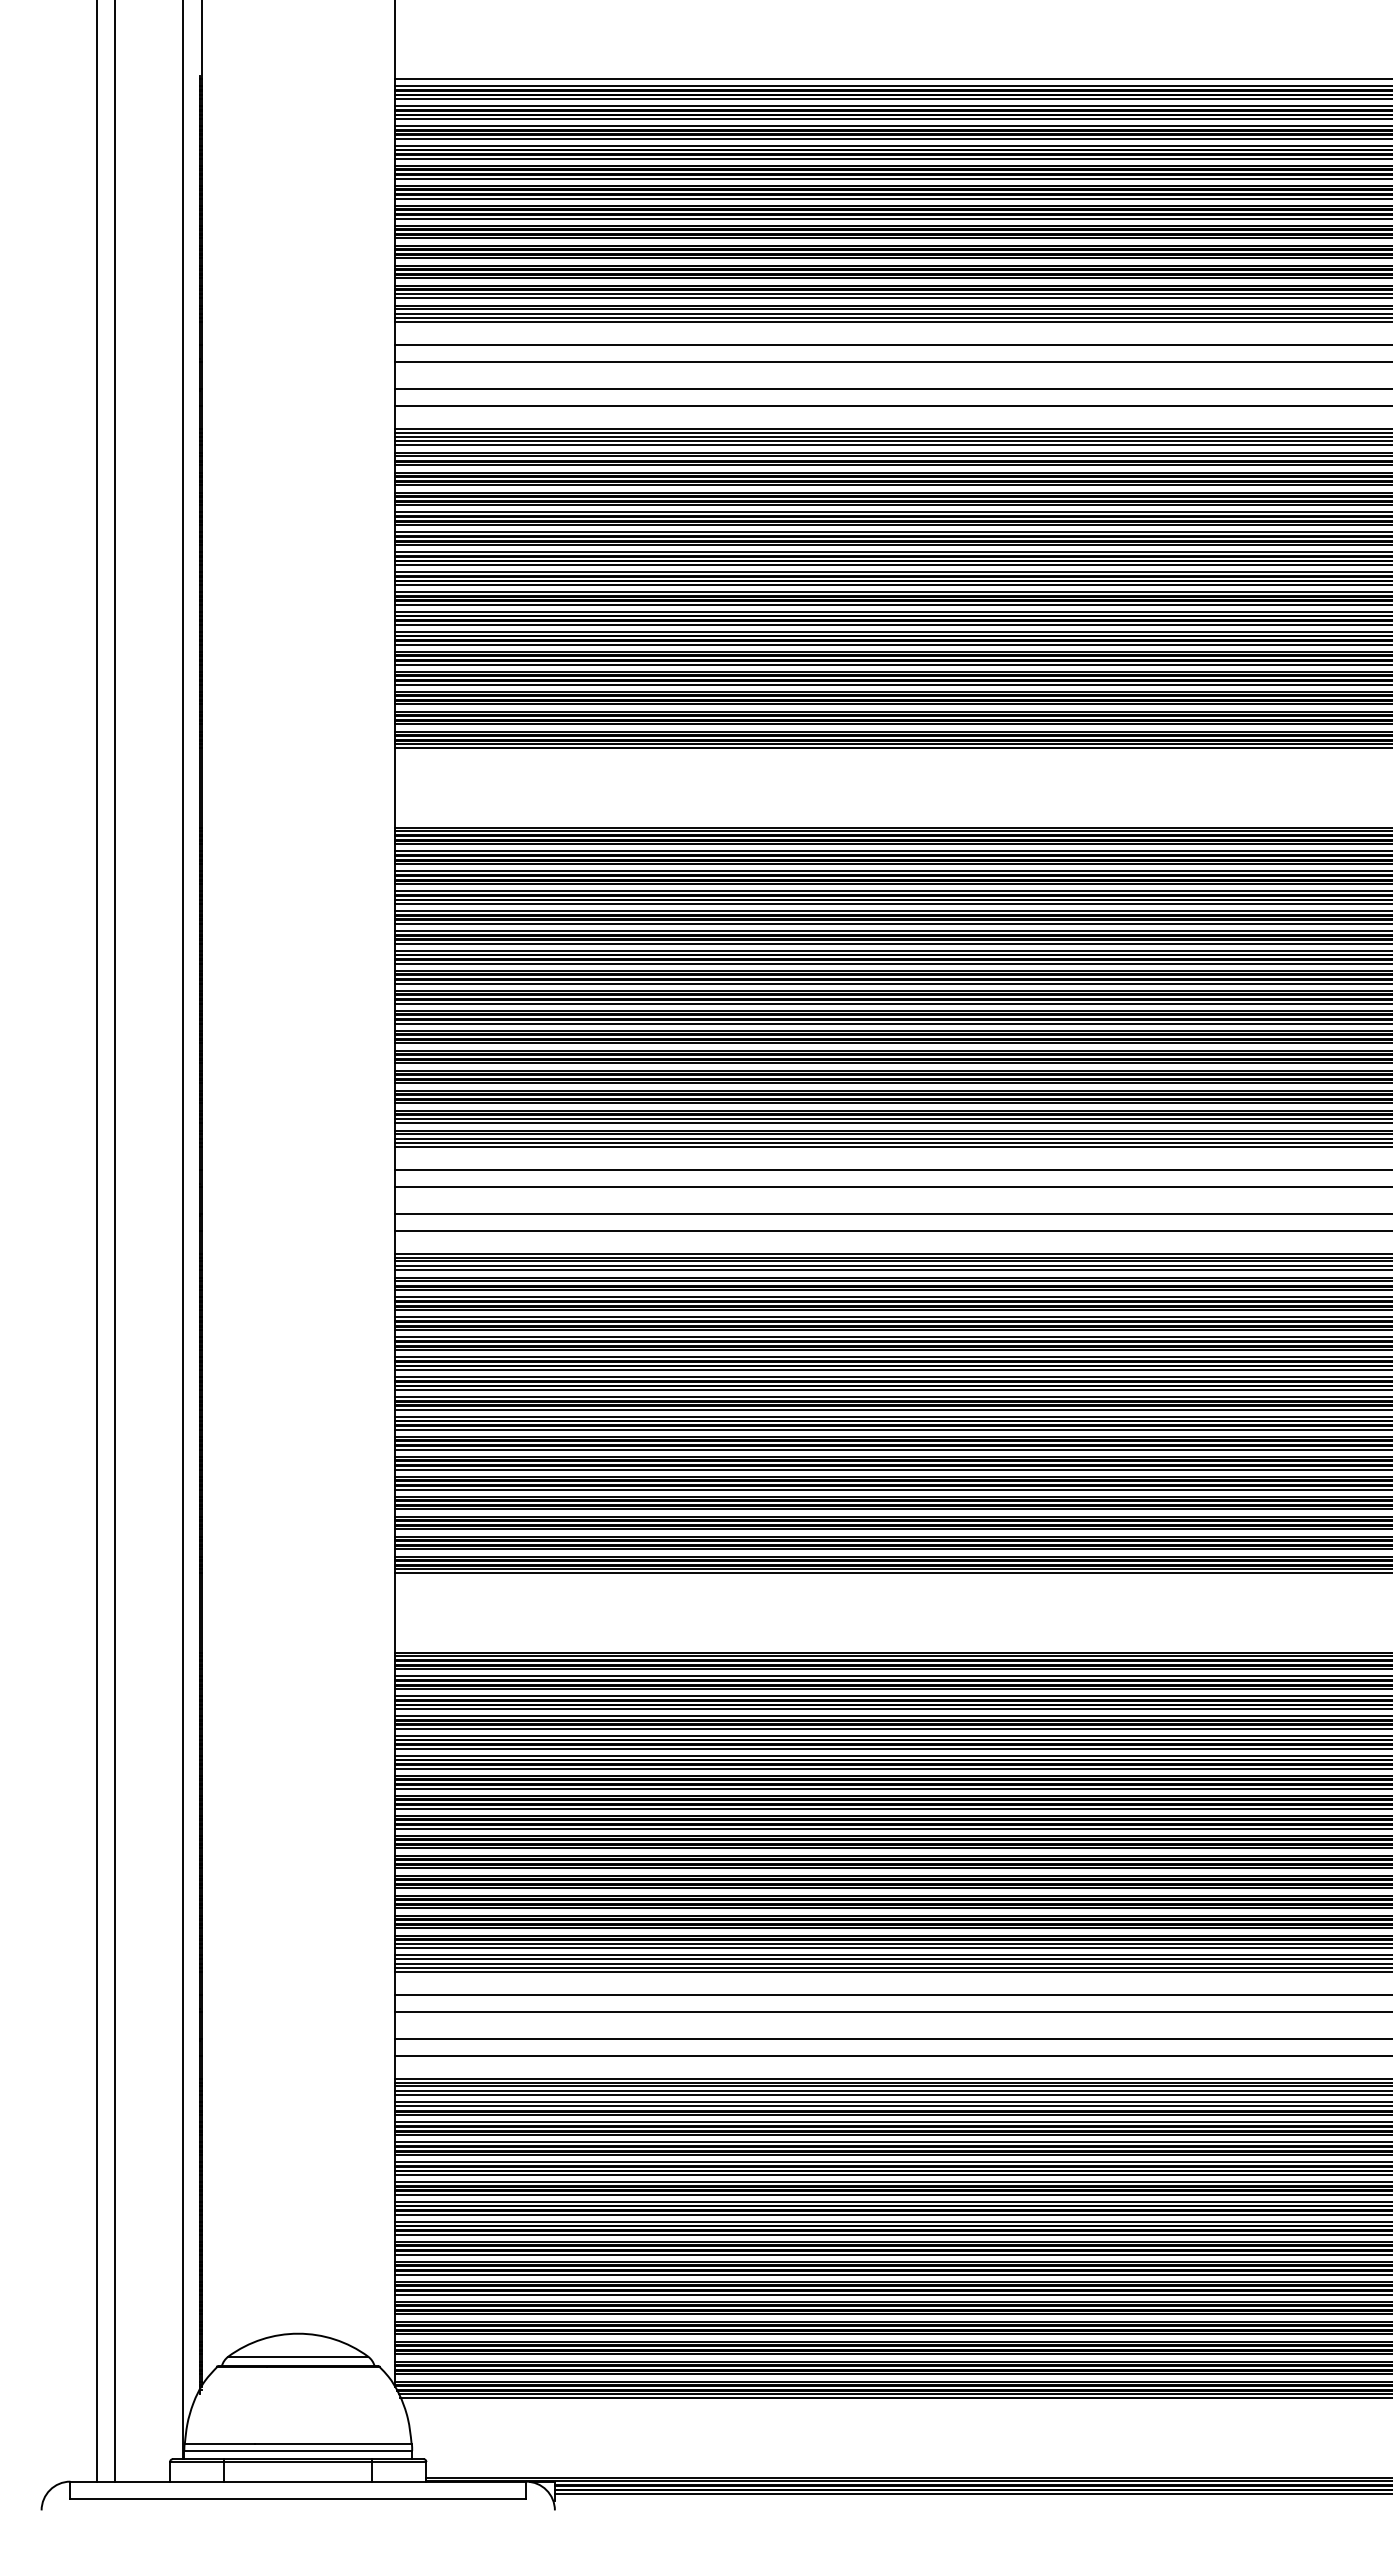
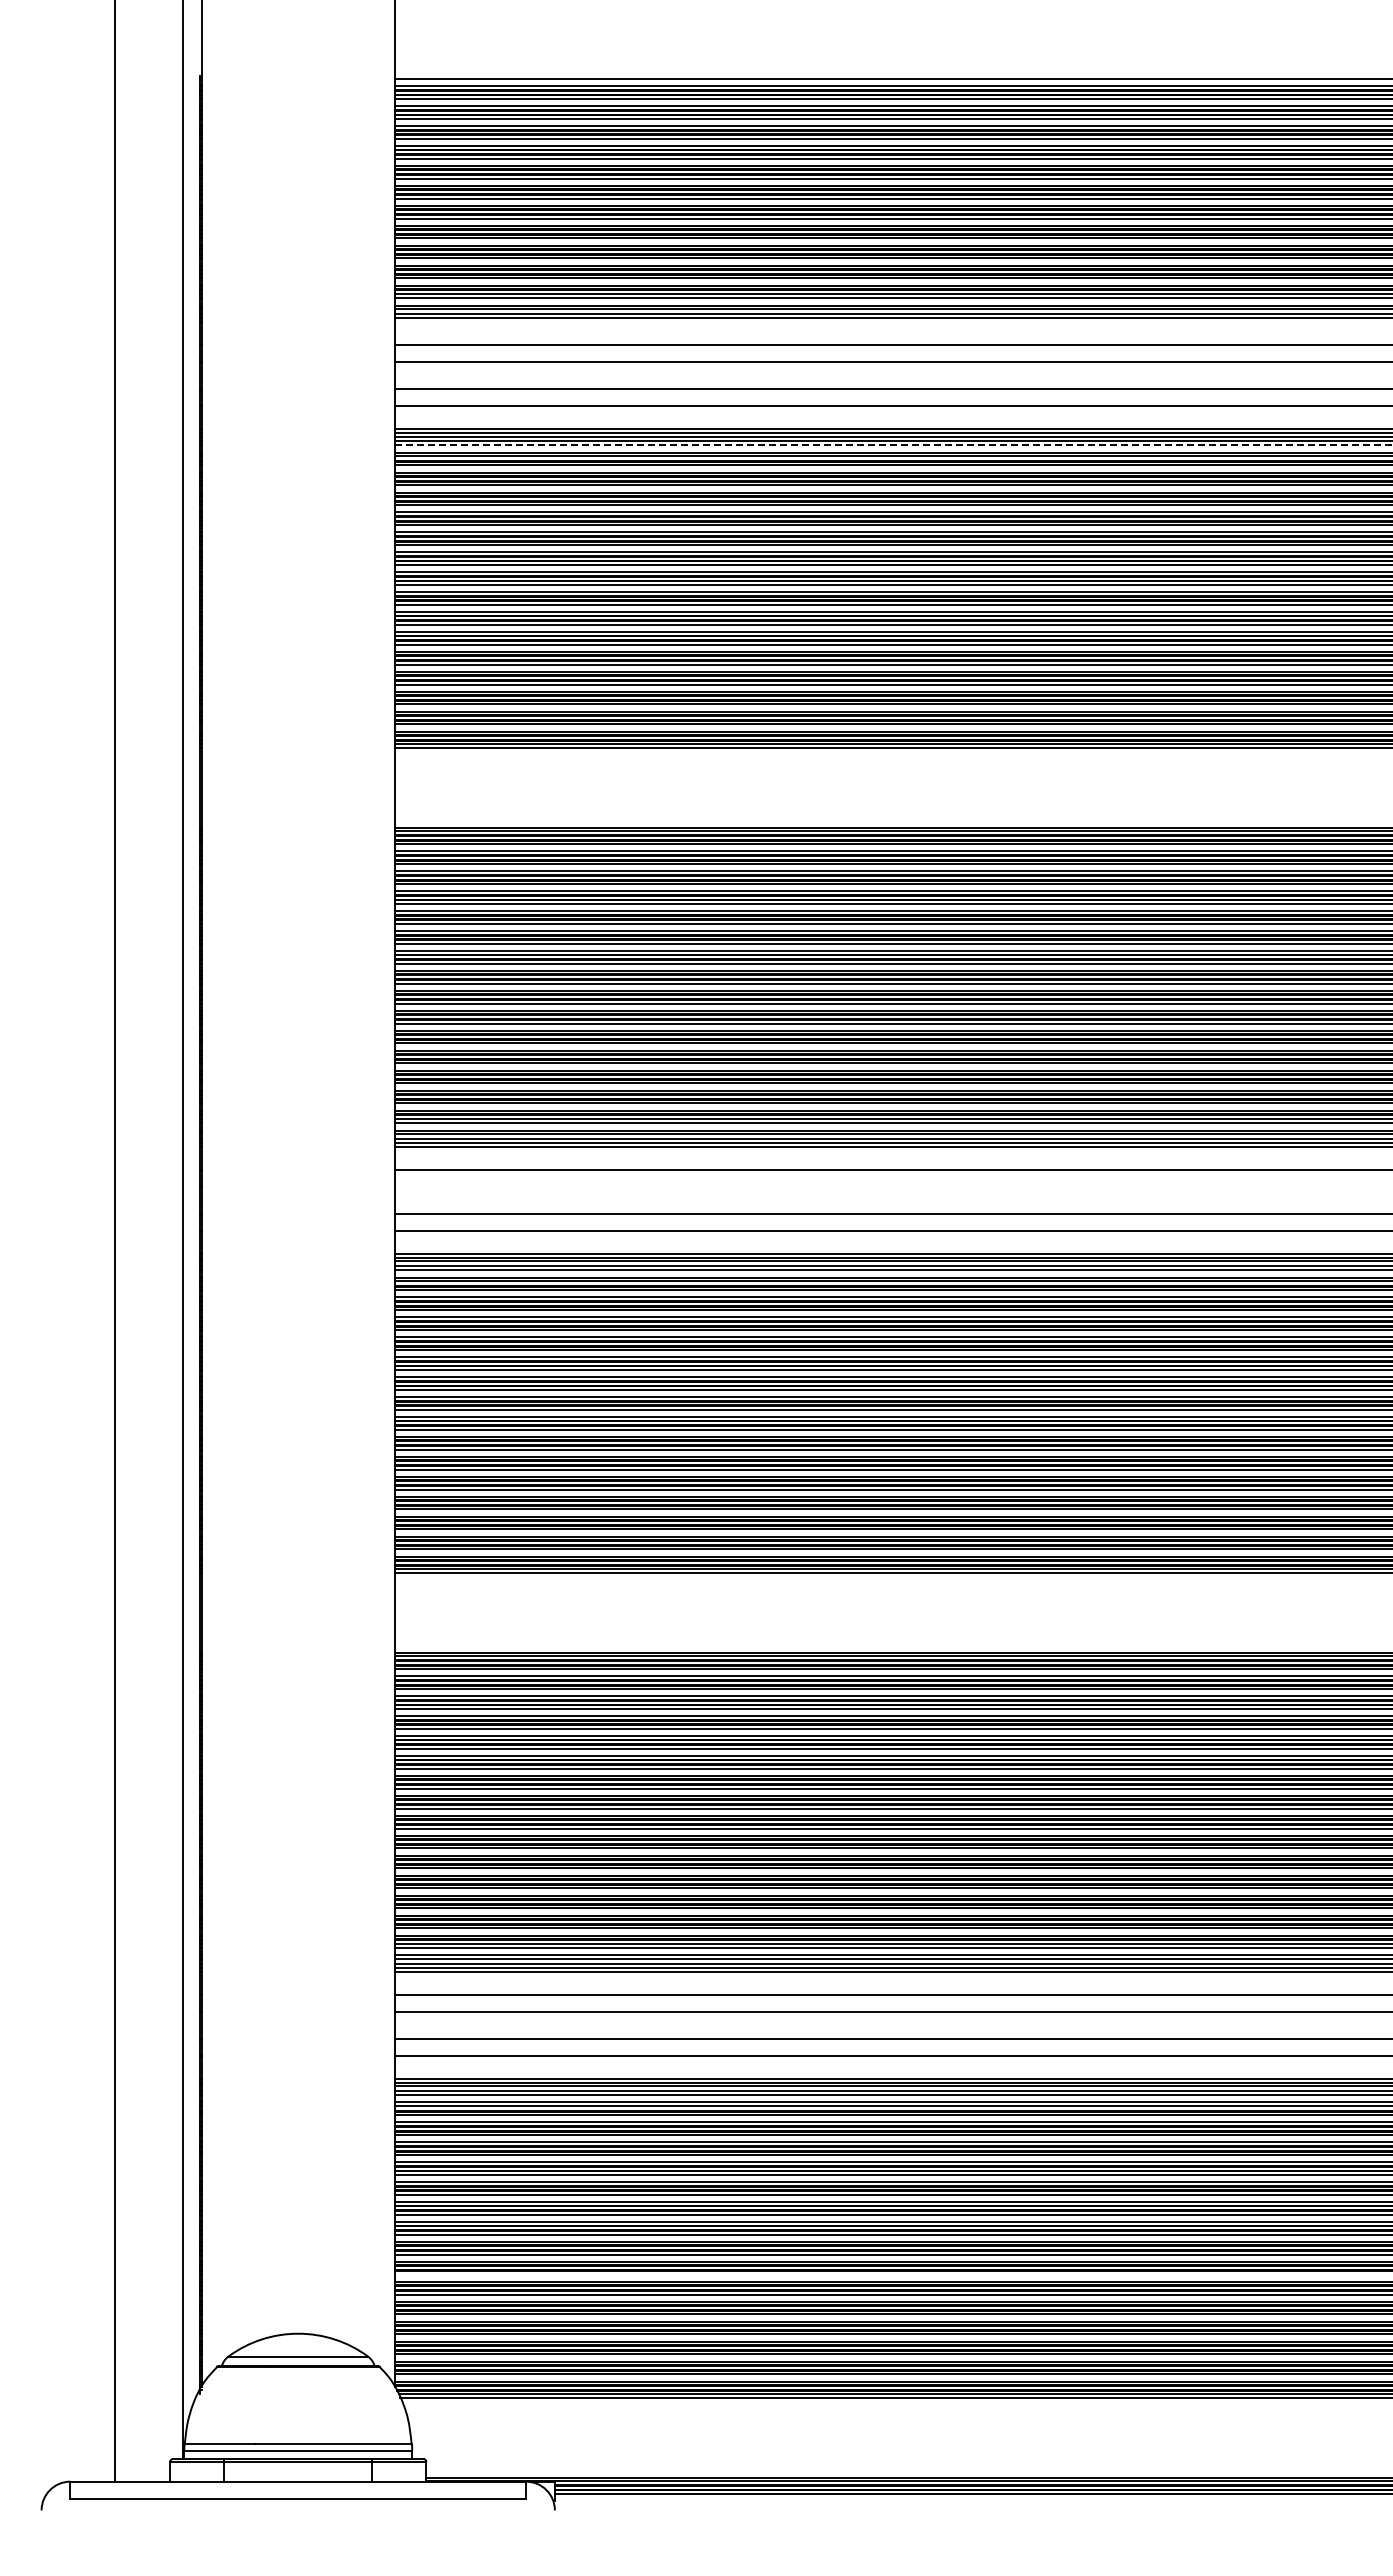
line at (891, 321): present -> none
line at (893, 445): solid -> dashed
line at (891, 1186): present -> none
line at (97, 1241): present -> none
line at (891, 2274): present -> none
